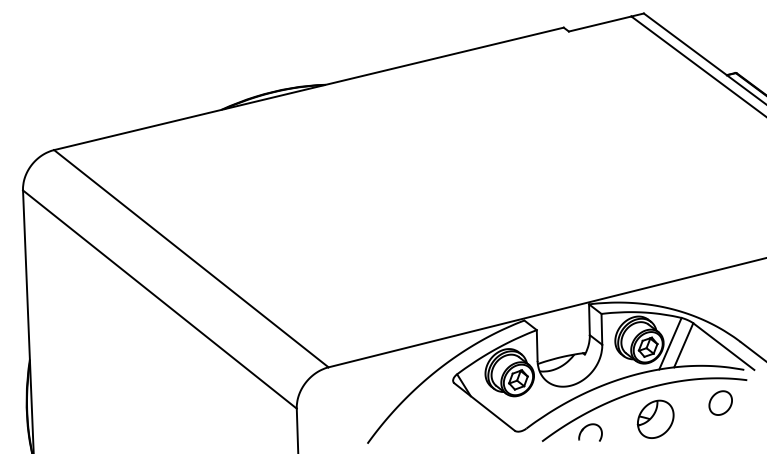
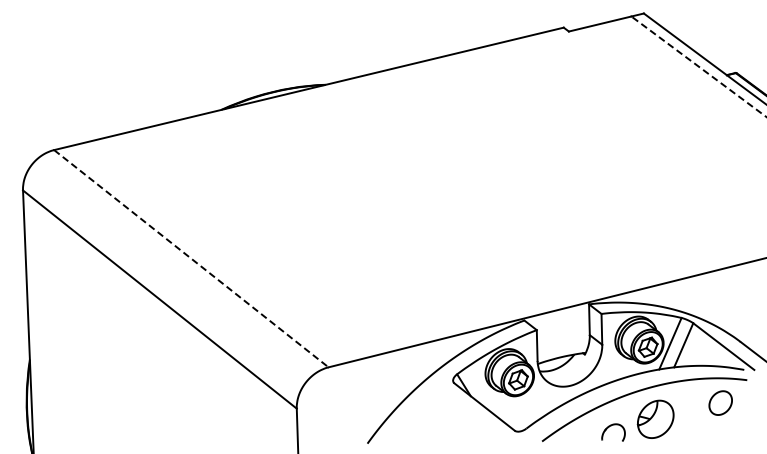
line at (698, 66): solid -> dashed
line at (191, 259): solid -> dashed
part at (588, 426) position: (588, 426) -> (611, 426)
